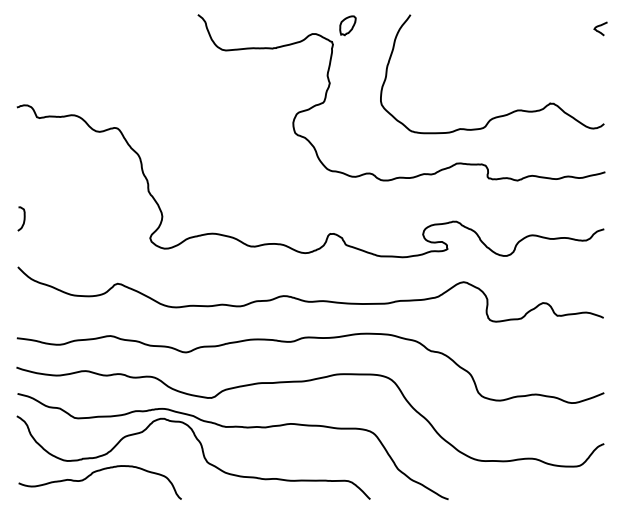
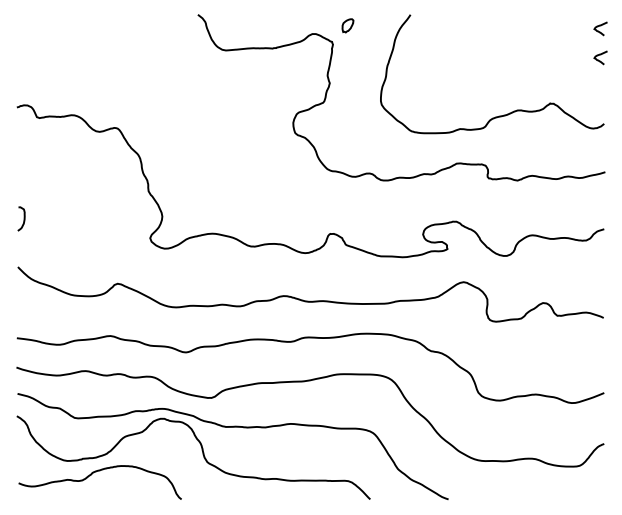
part at (347, 25) size: 18x22 px -> 14x16 px
curve at (600, 55): none -> present
